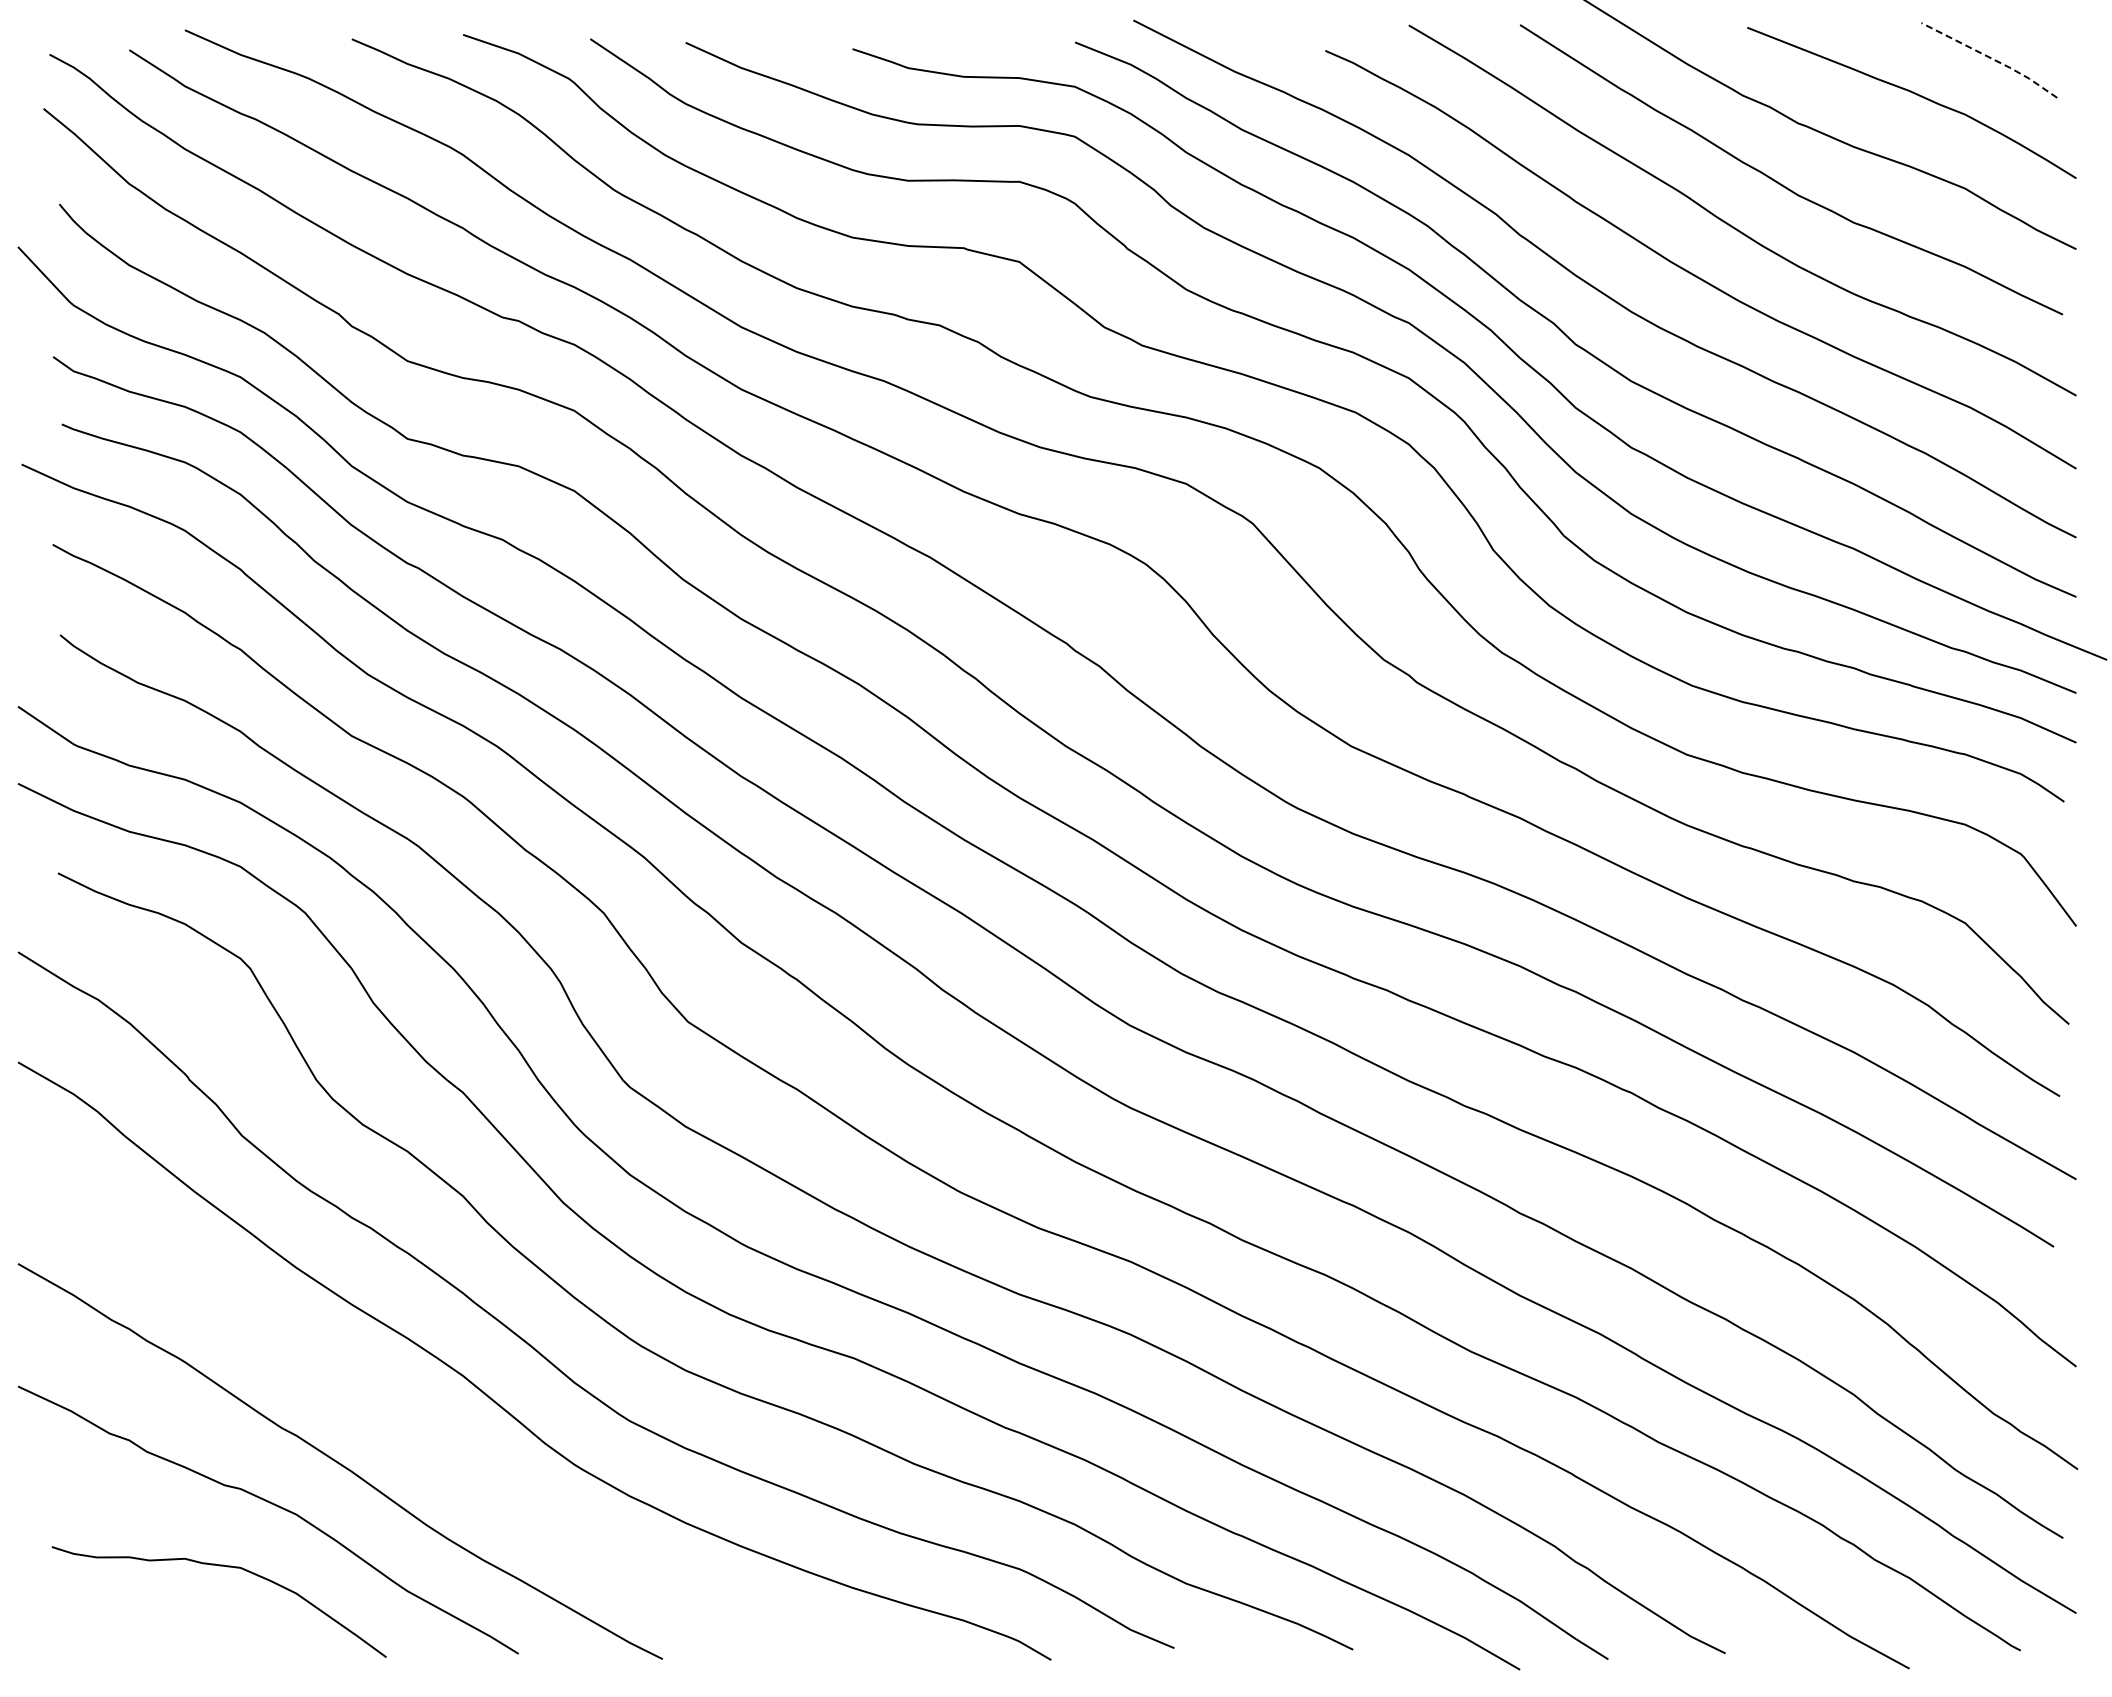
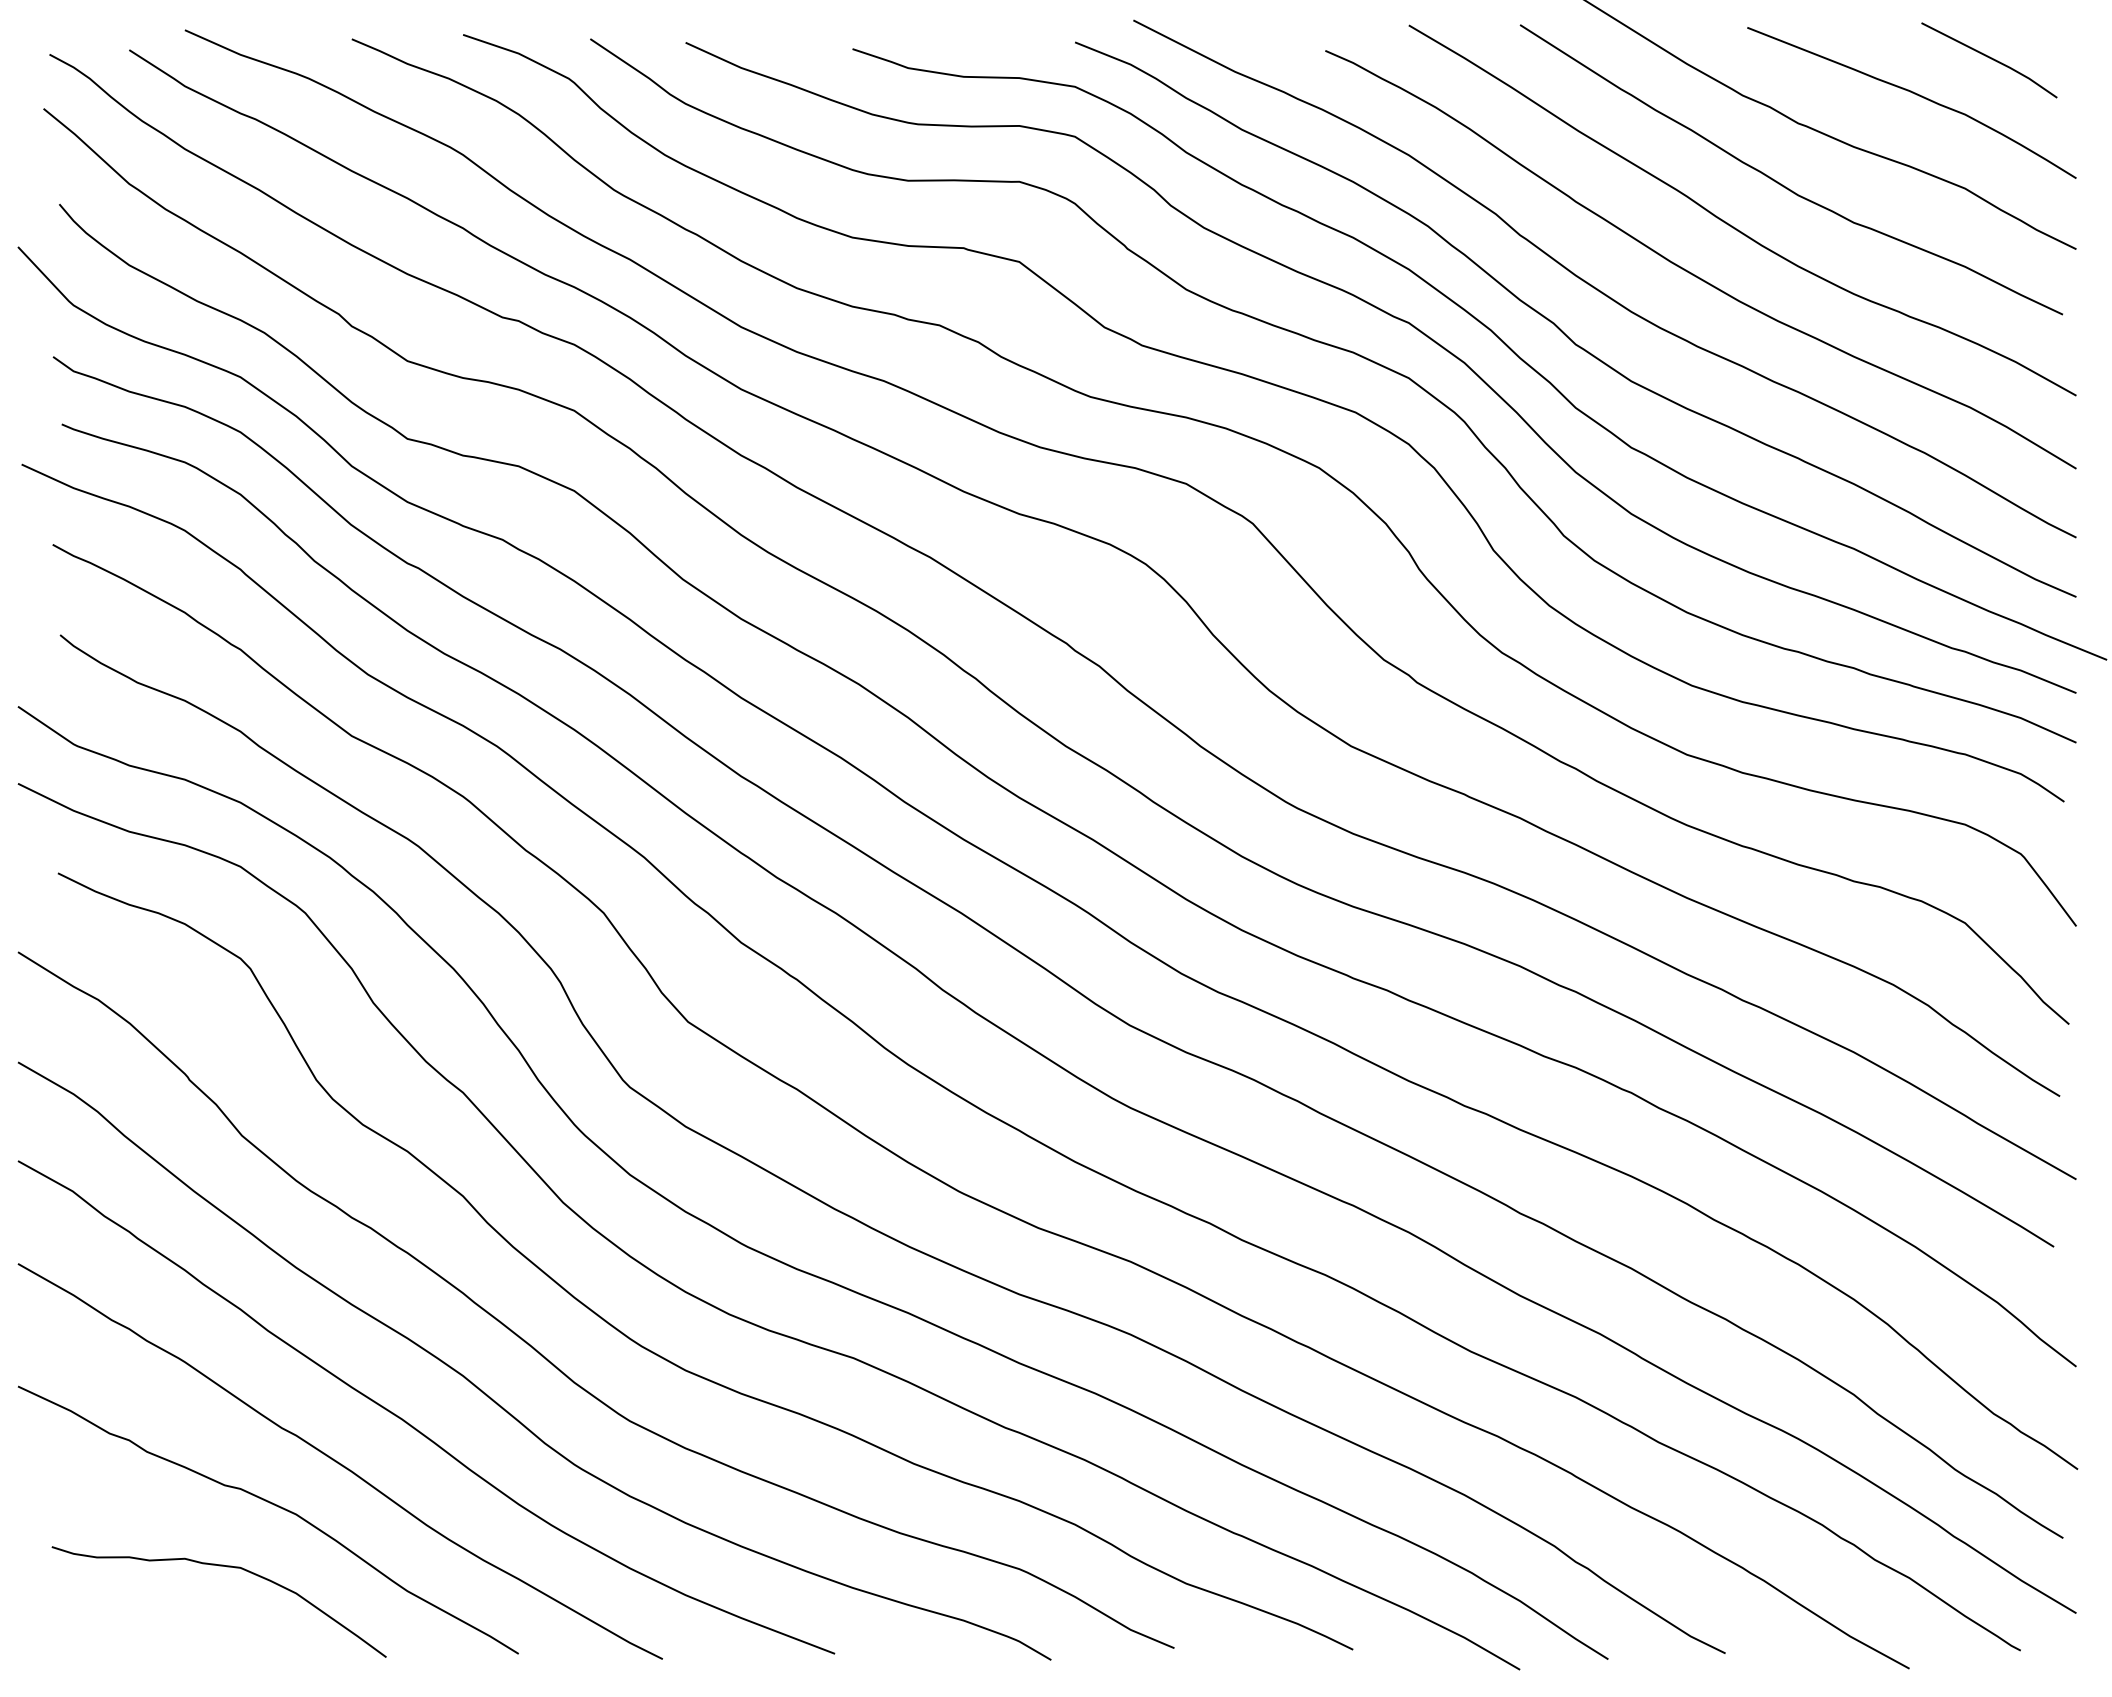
line at (1992, 58): dashed -> solid
curve at (412, 1425): none -> present
